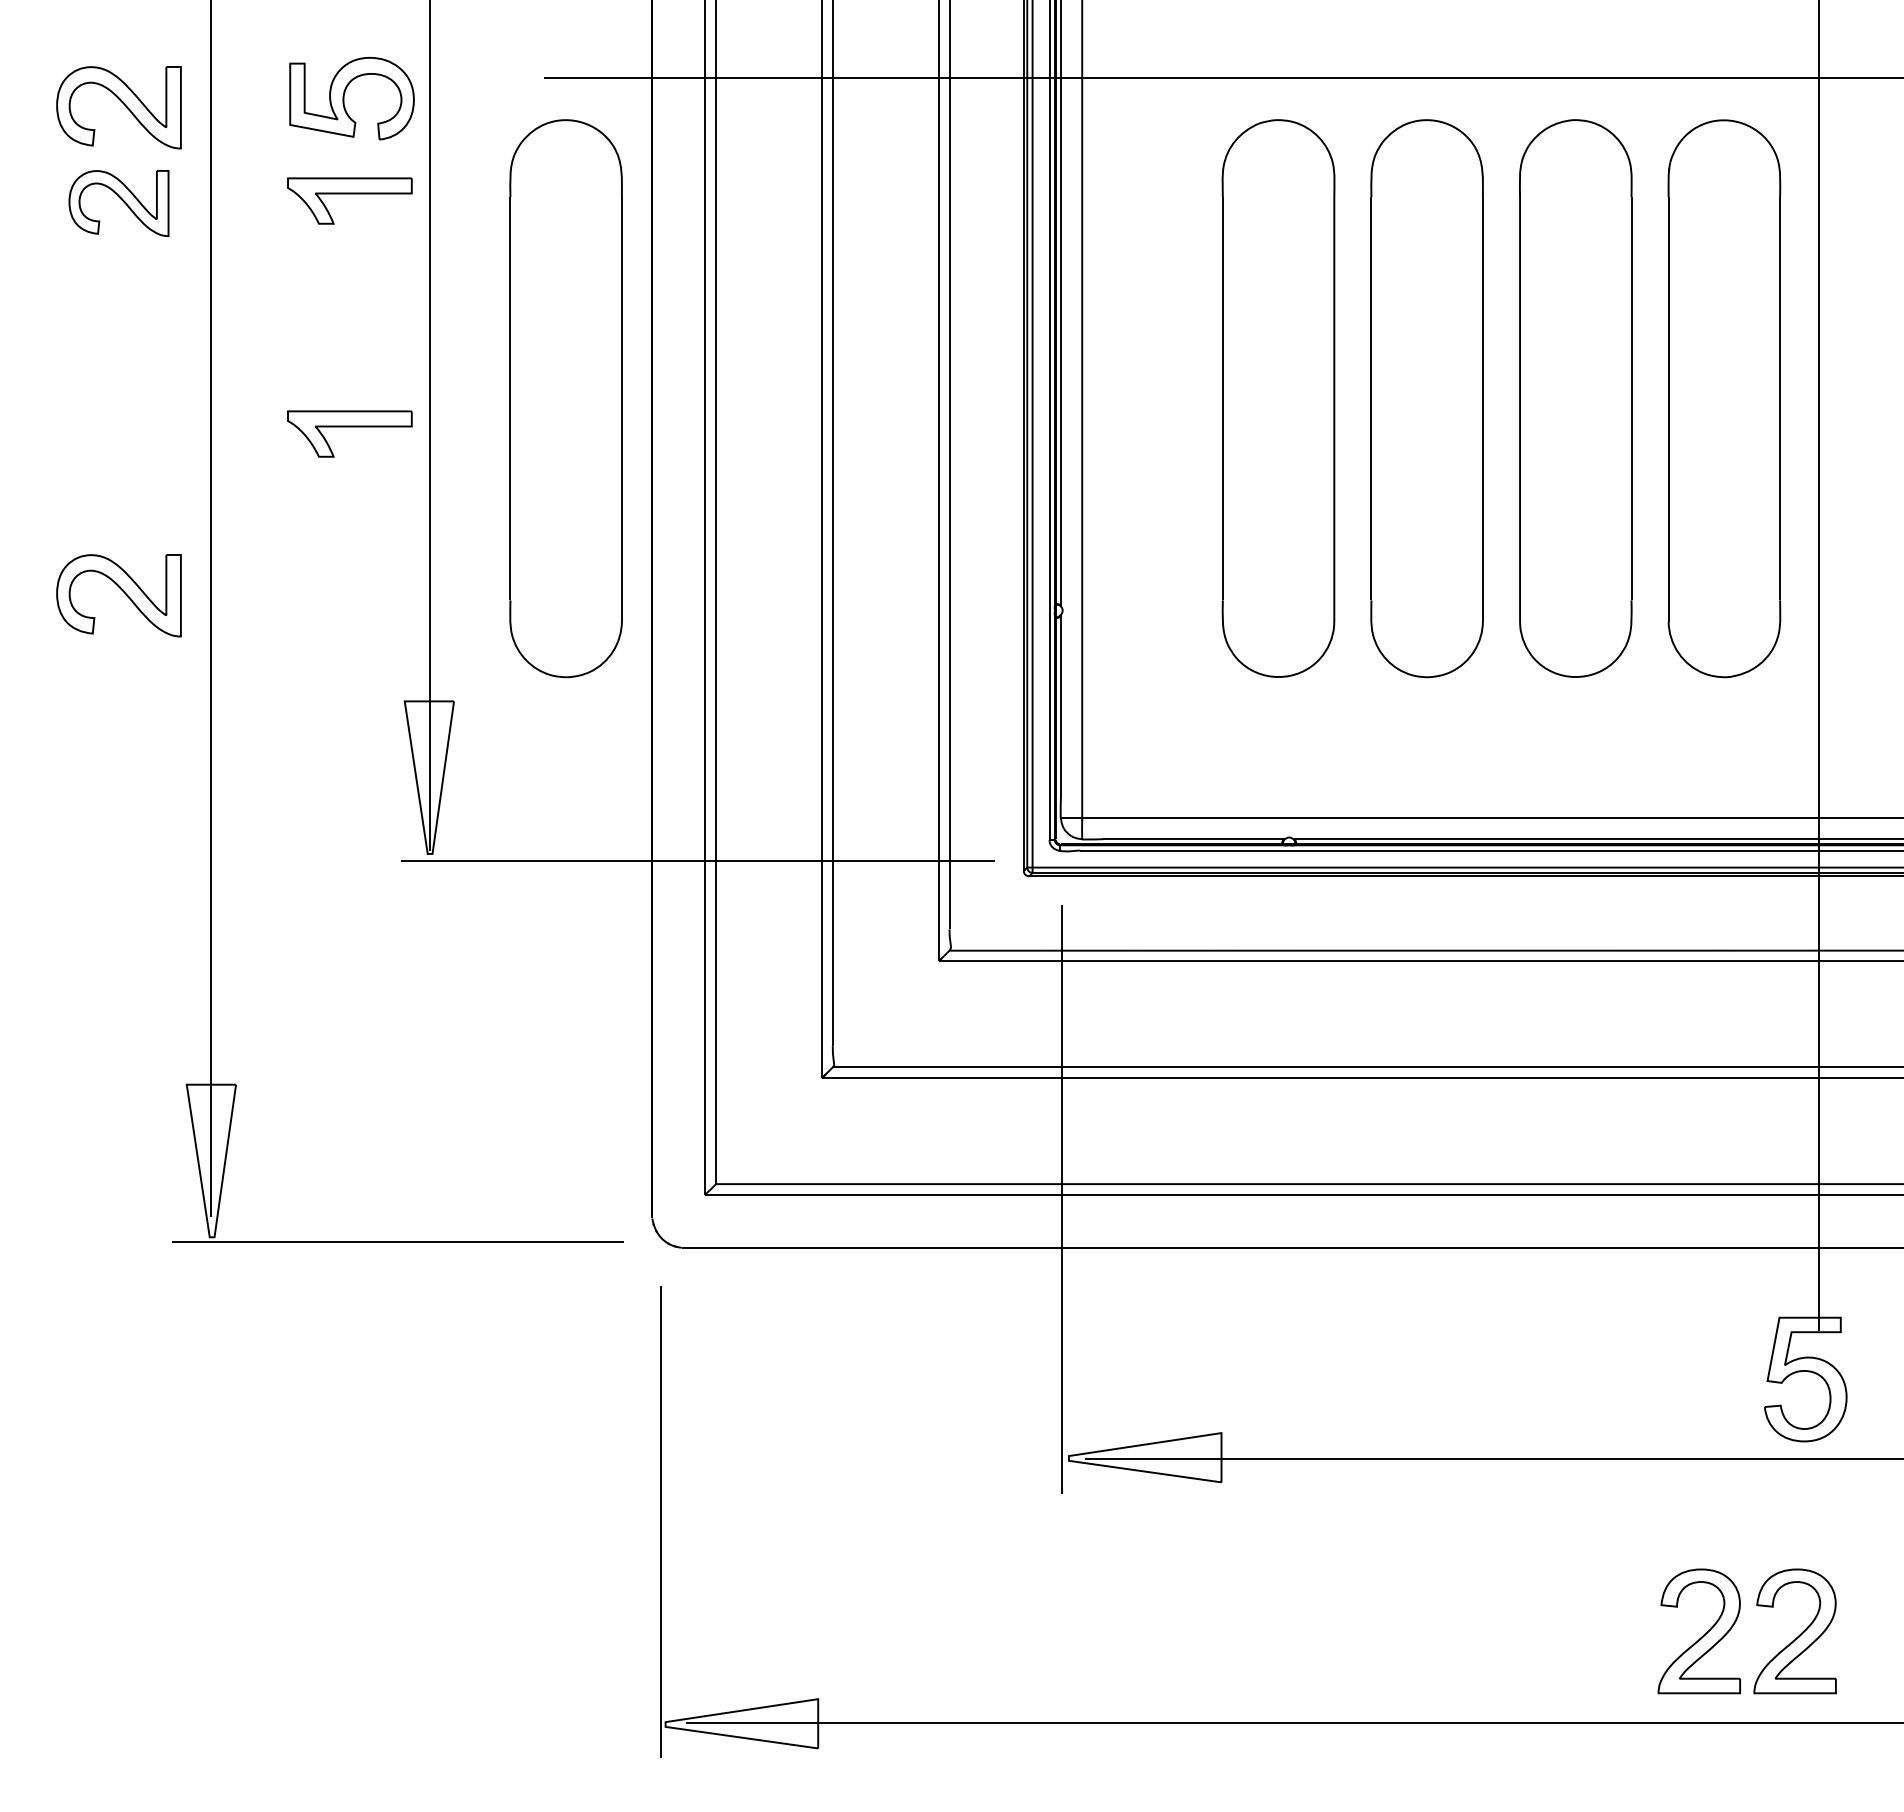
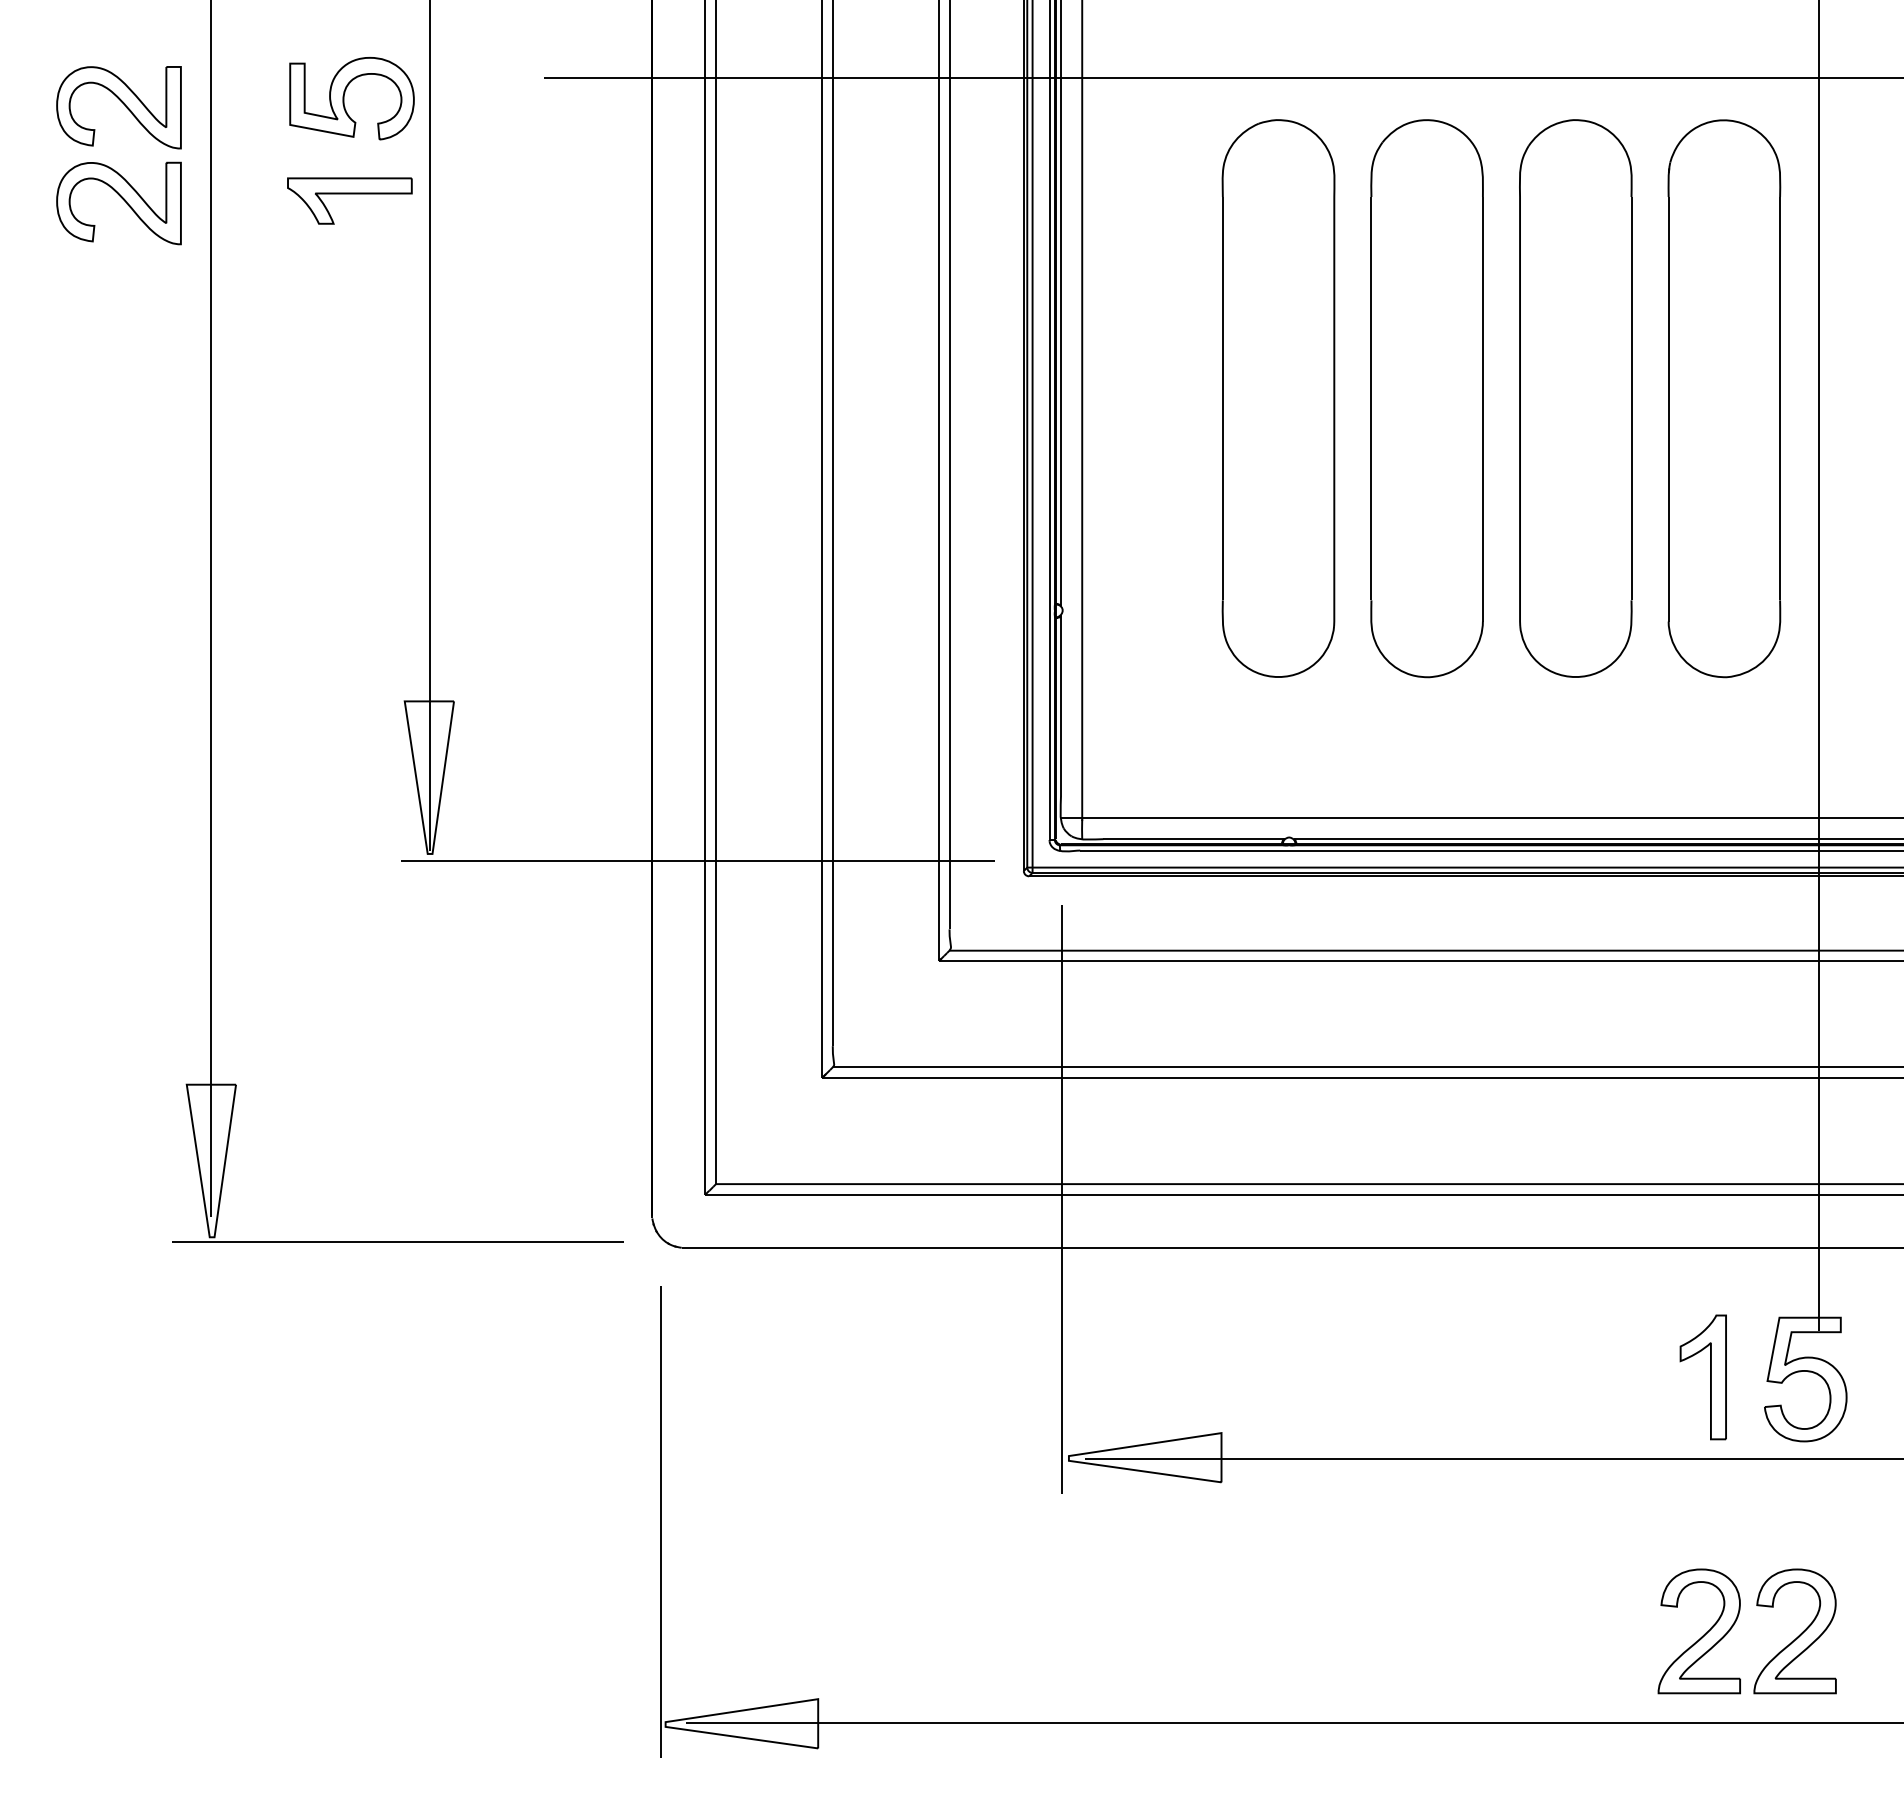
part at (118, 203) size: 102x67 px -> 126x85 px
part at (565, 398): present -> none
part at (349, 433): present -> none
part at (118, 595): present -> none
part at (1710, 1377): none -> present
